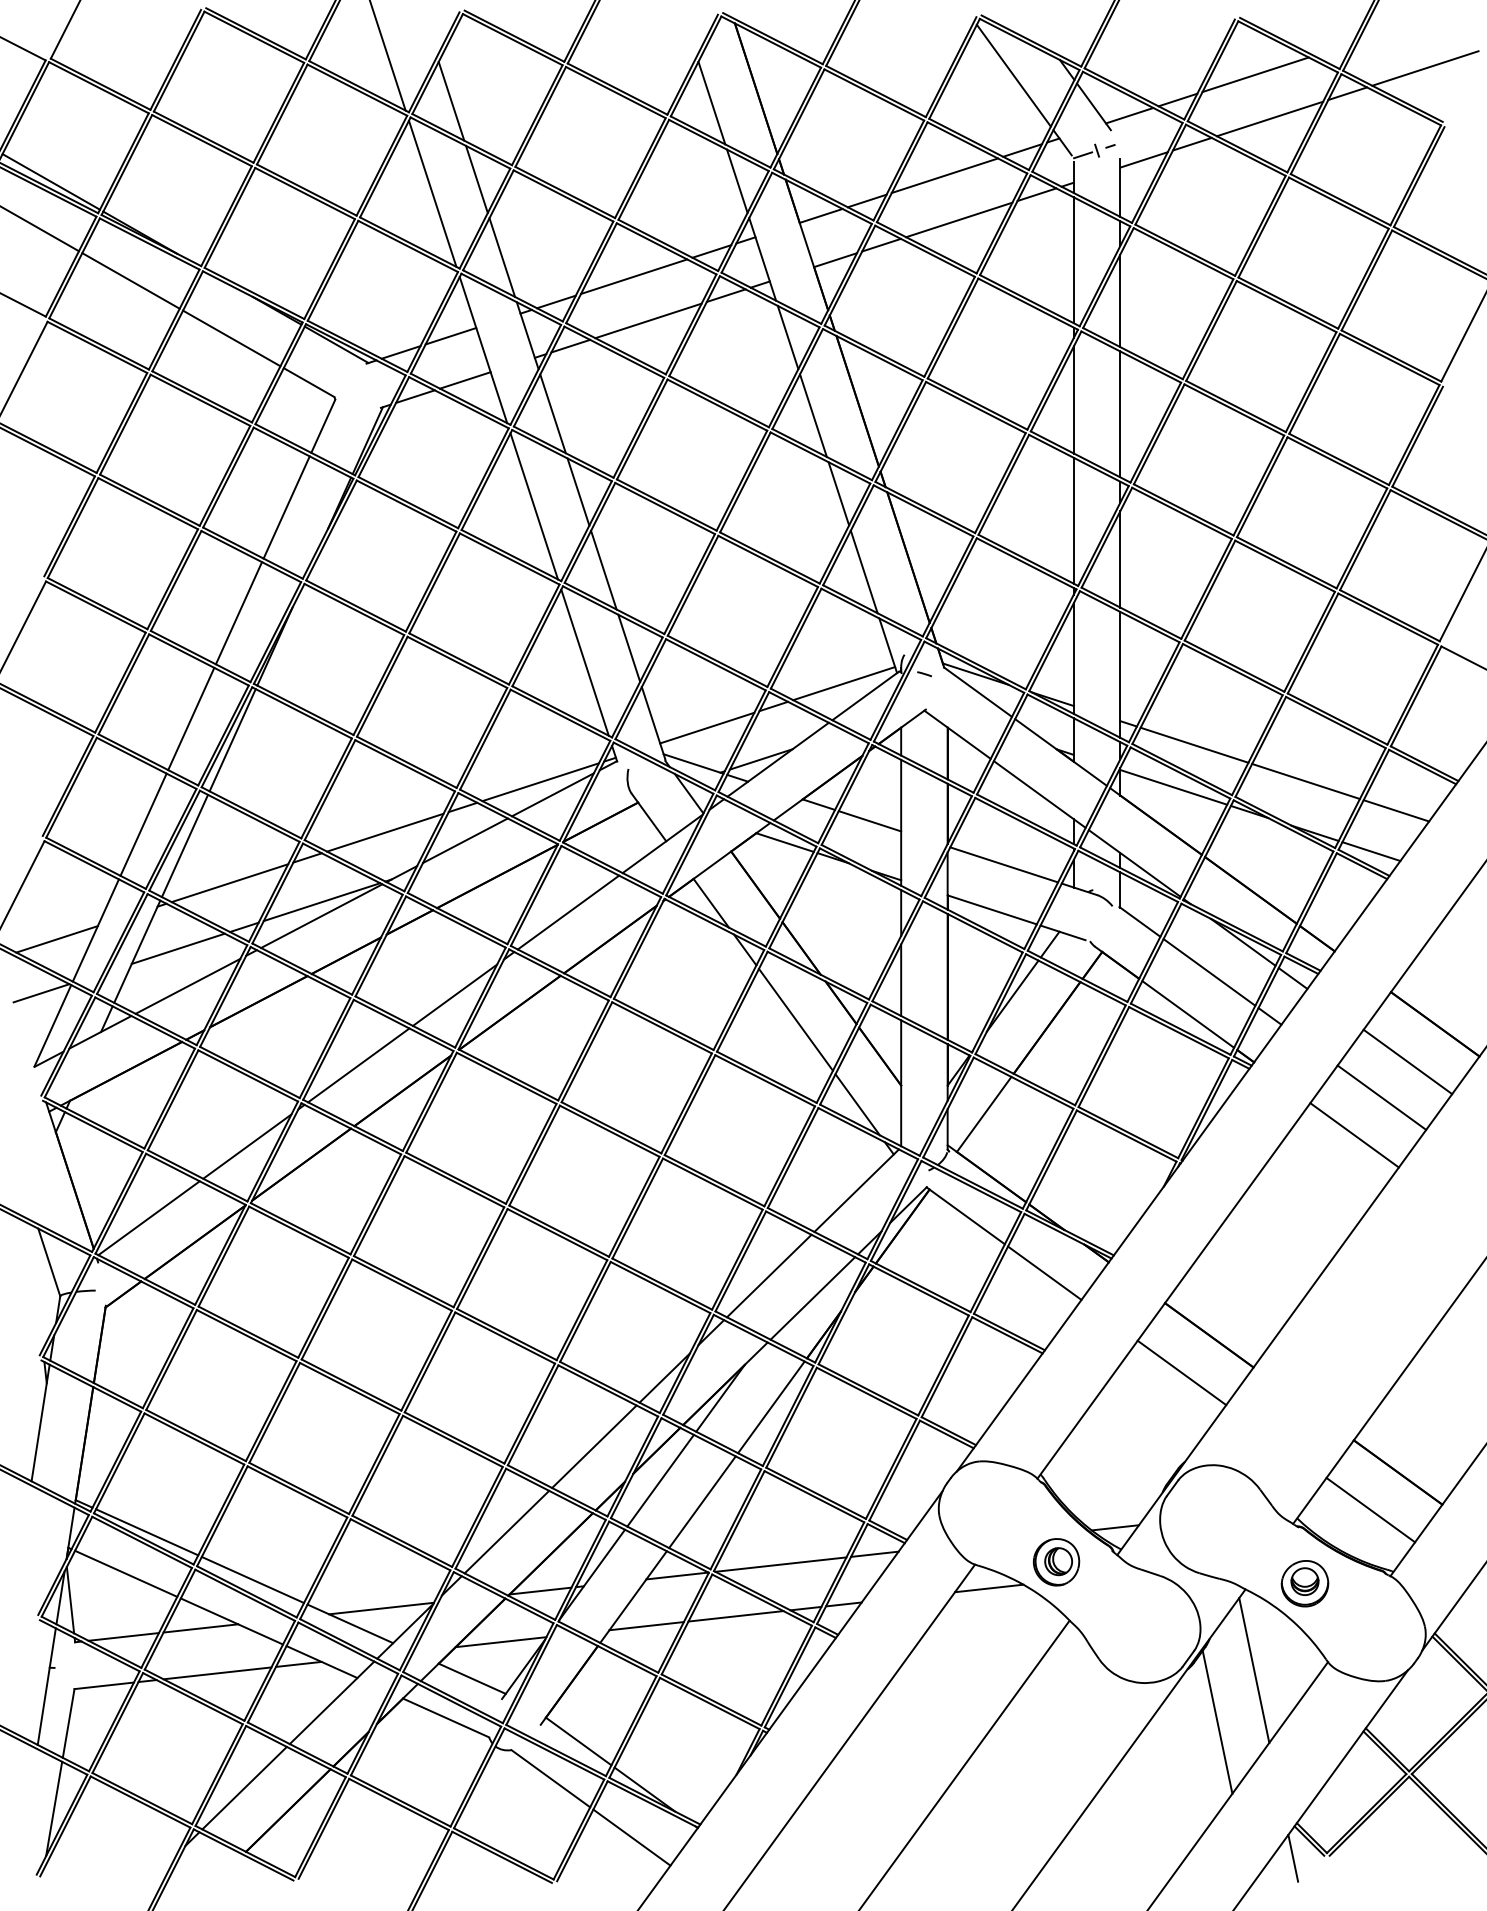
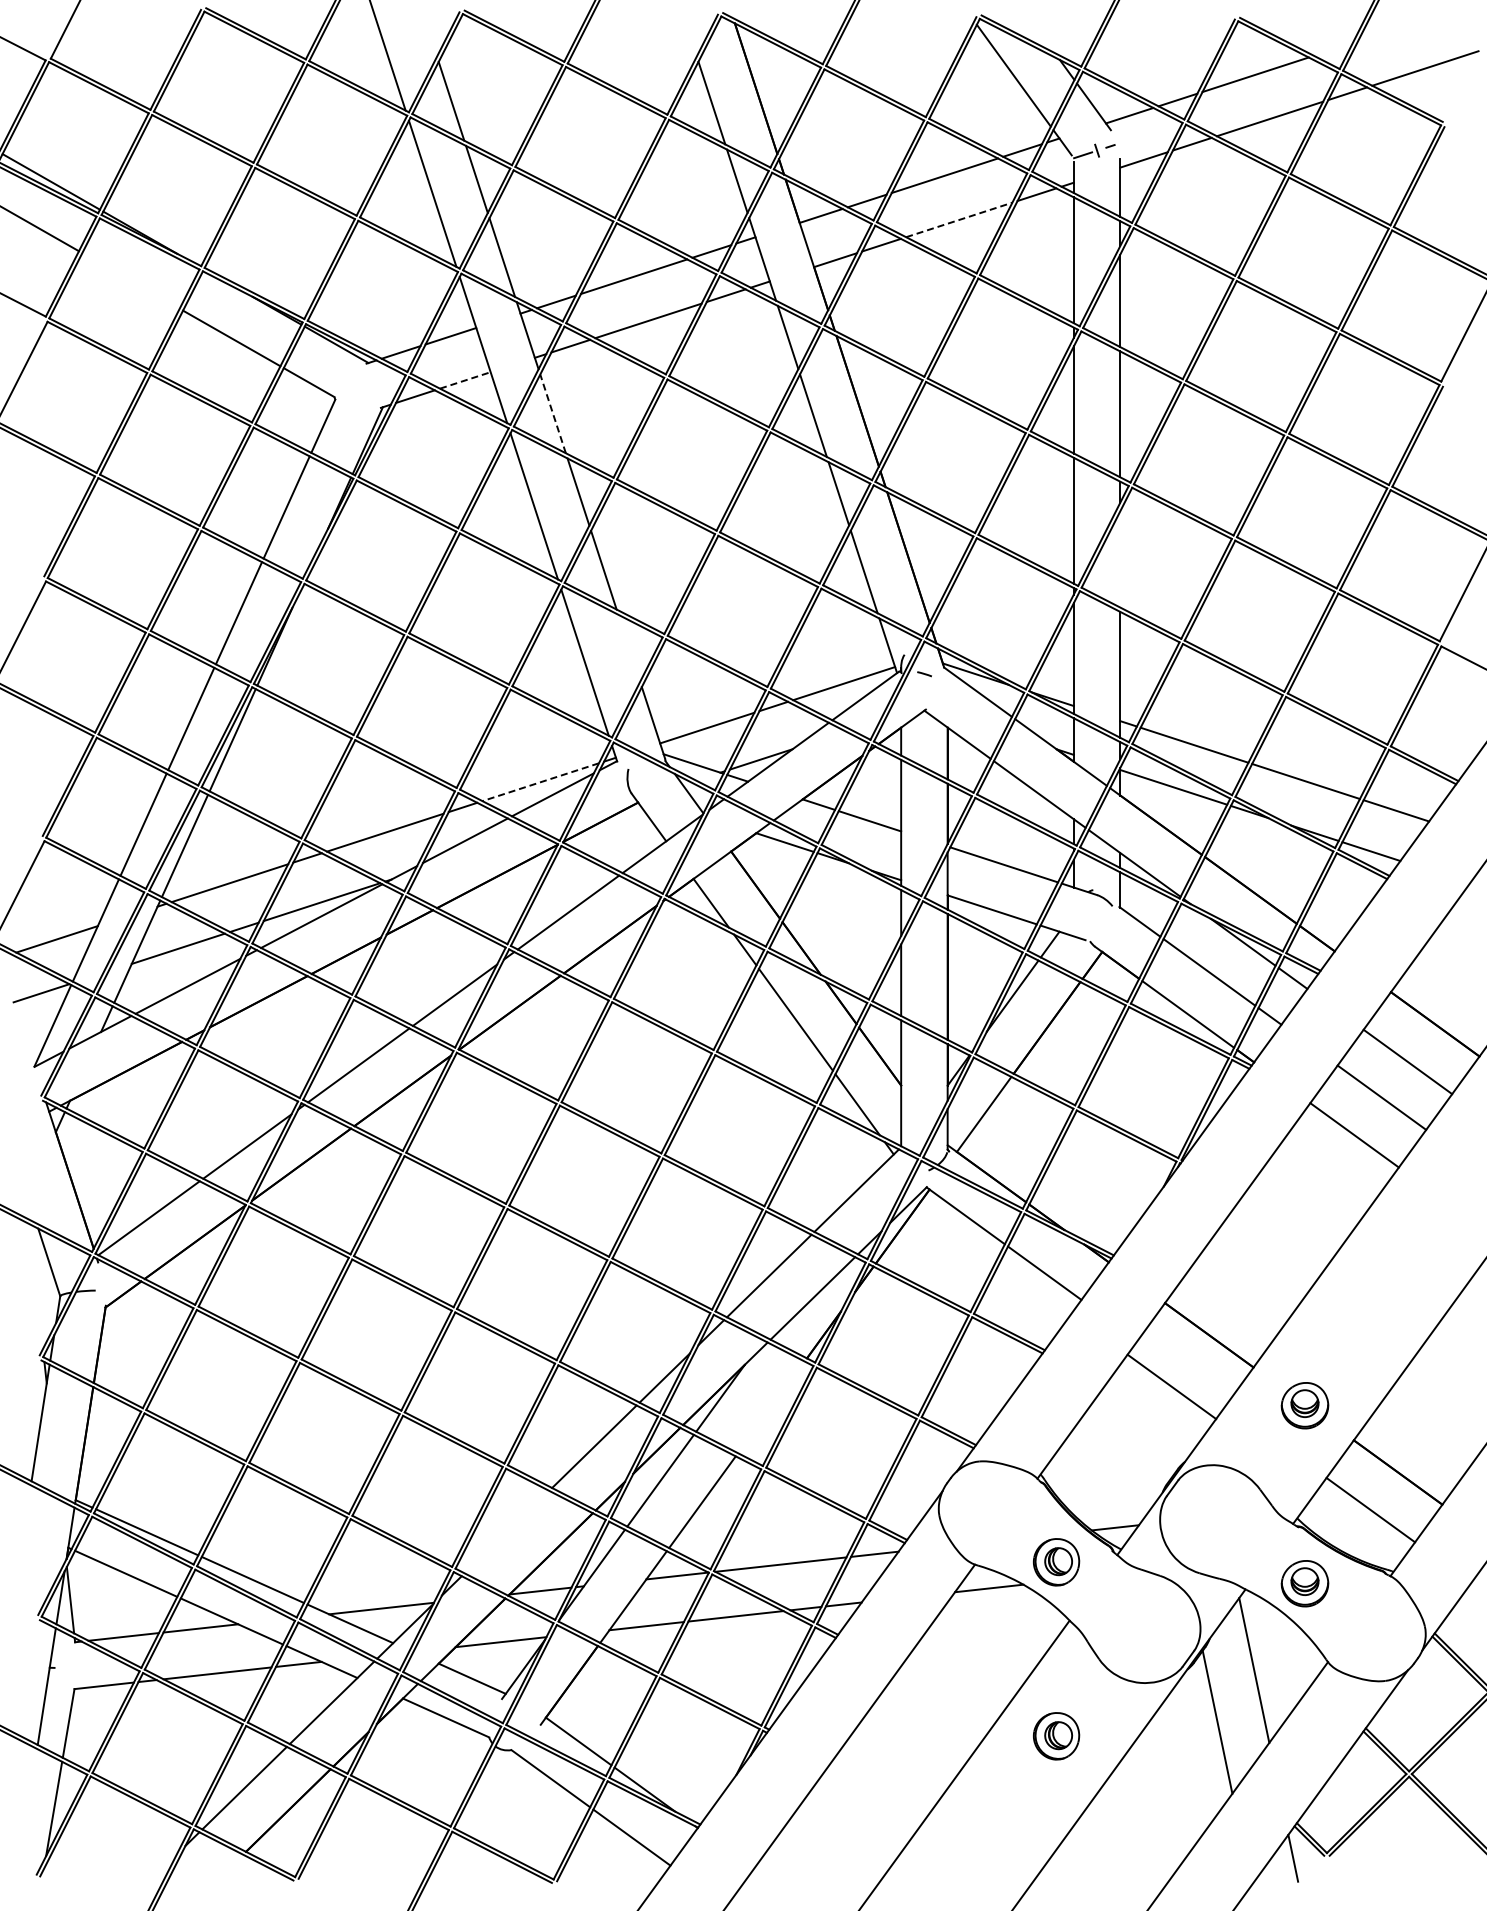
line at (959, 219): solid -> dashed
line at (130, 280): present -> none
line at (465, 380): solid -> dashed
line at (552, 413): solid -> dashed
line at (1120, 559): present -> none
line at (629, 647): present -> none
line at (540, 782): solid -> dashed
line at (1181, 1372) position: (1181, 1372) -> (1171, 1386)
part at (1304, 1405): none -> present
line at (771, 1407): present -> none
line at (506, 1531): present -> none
part at (1056, 1736): none -> present
